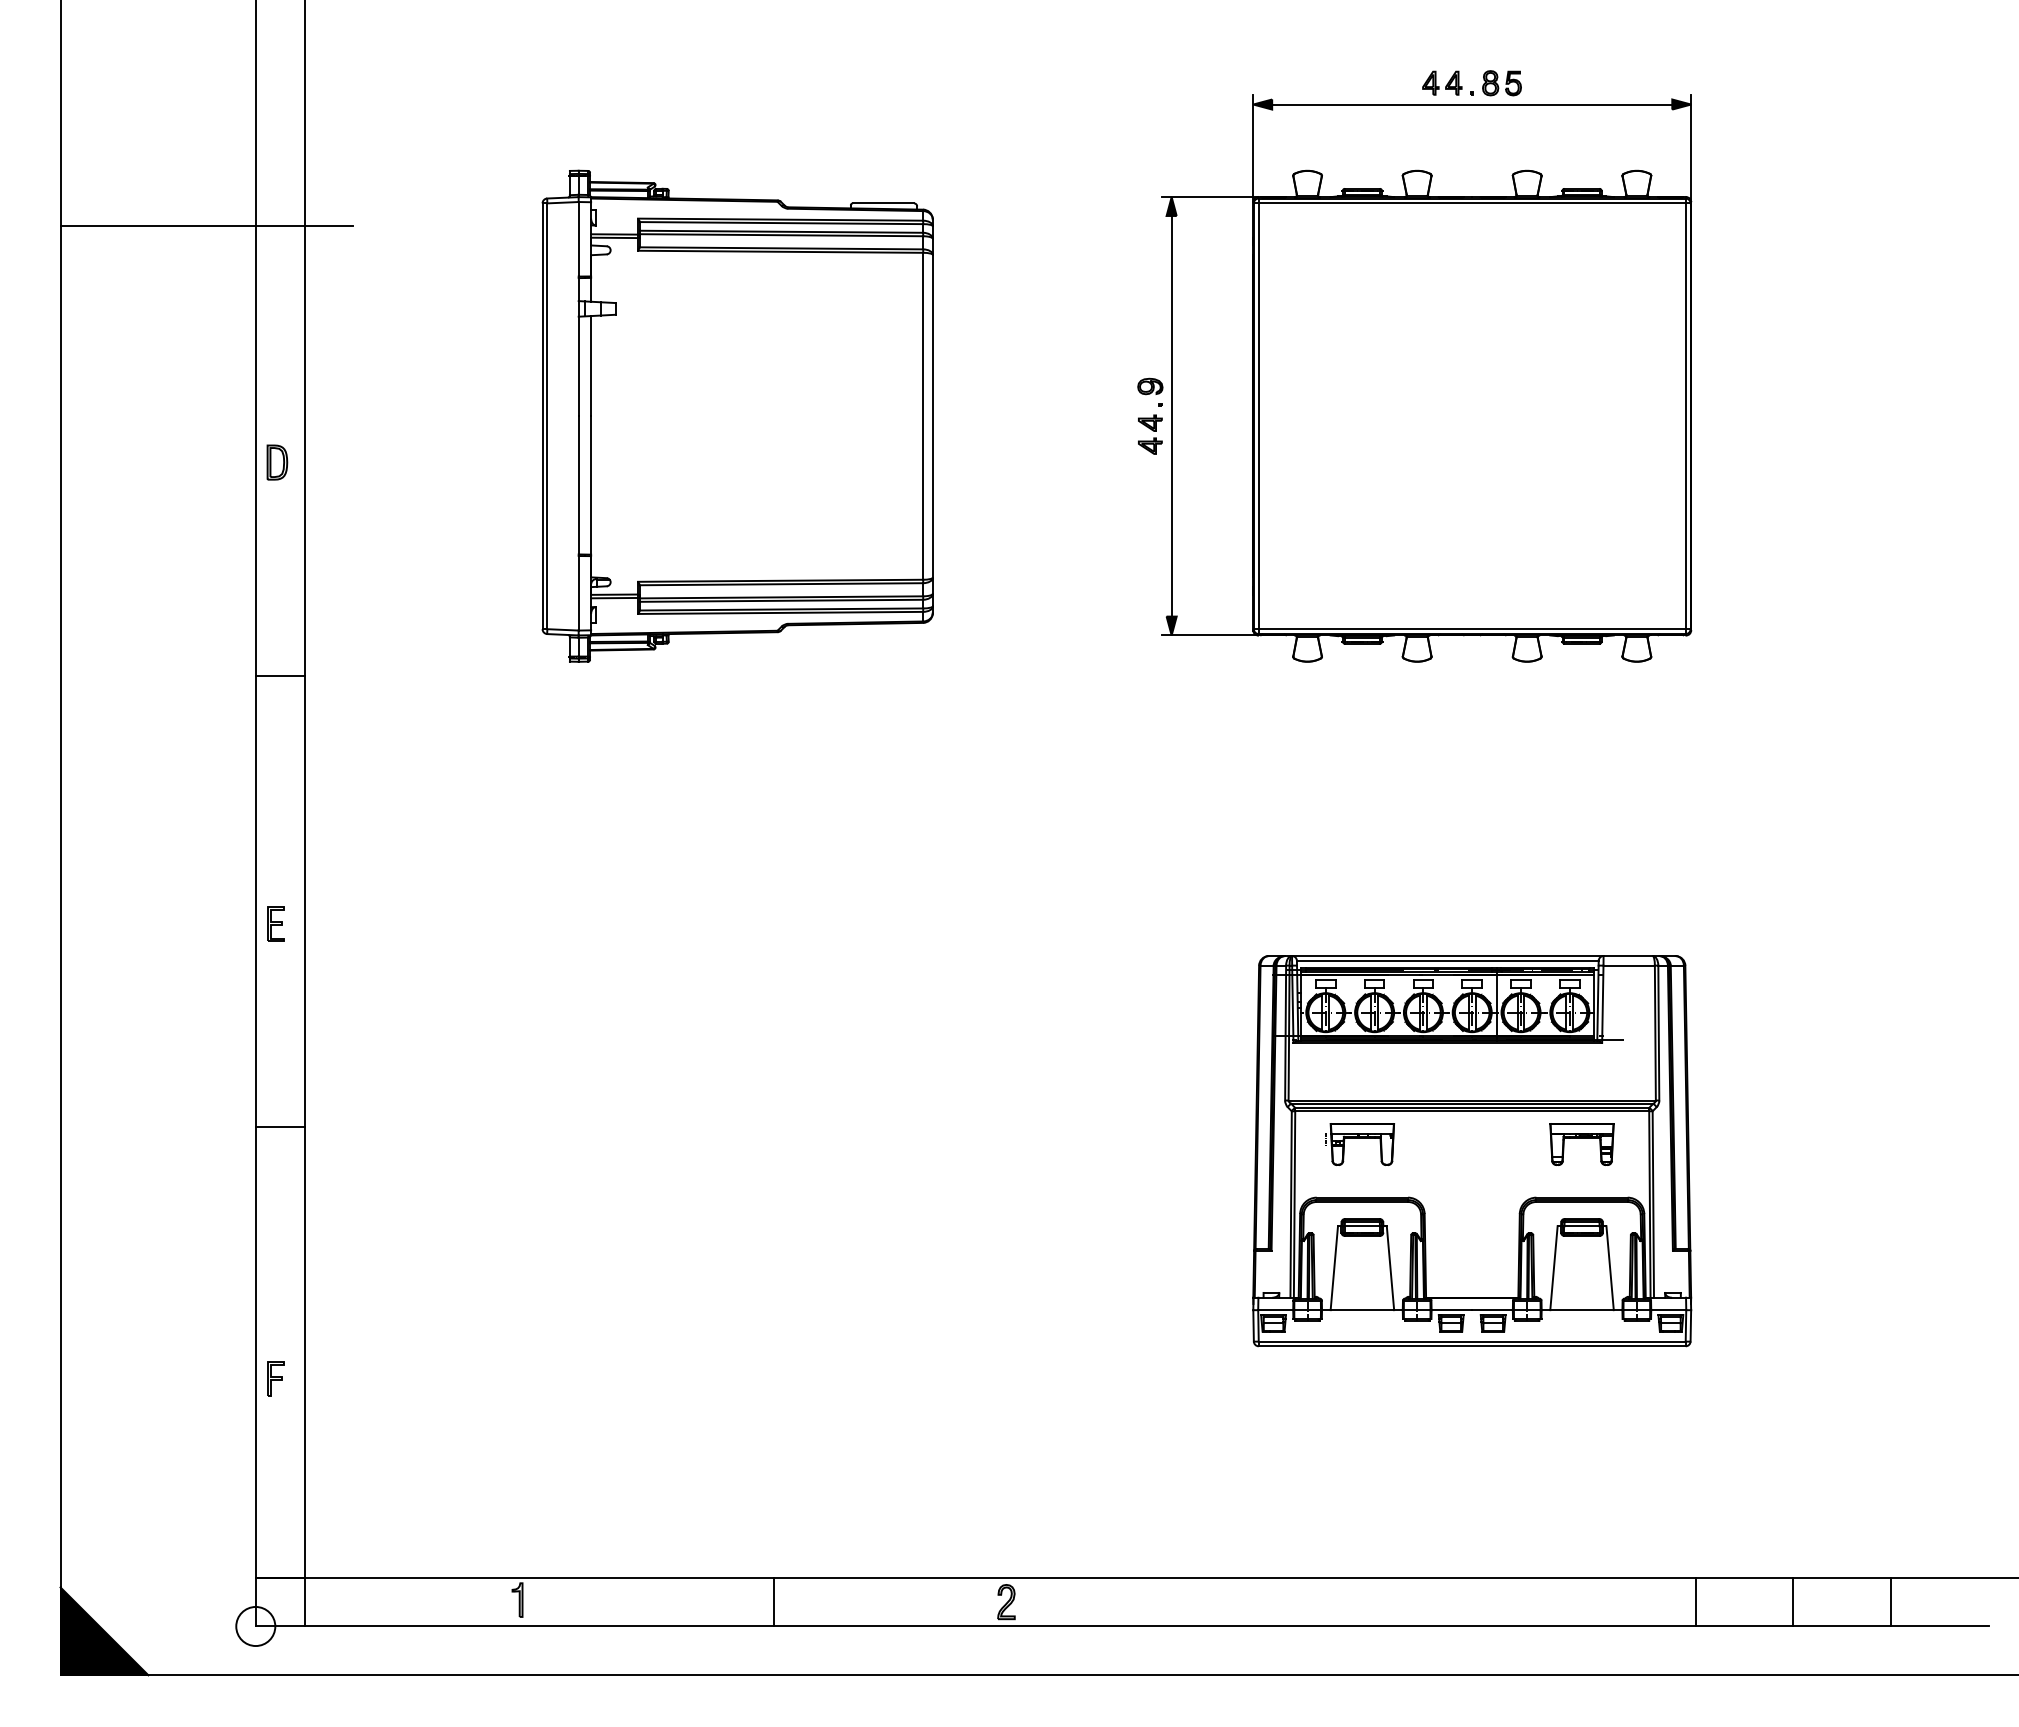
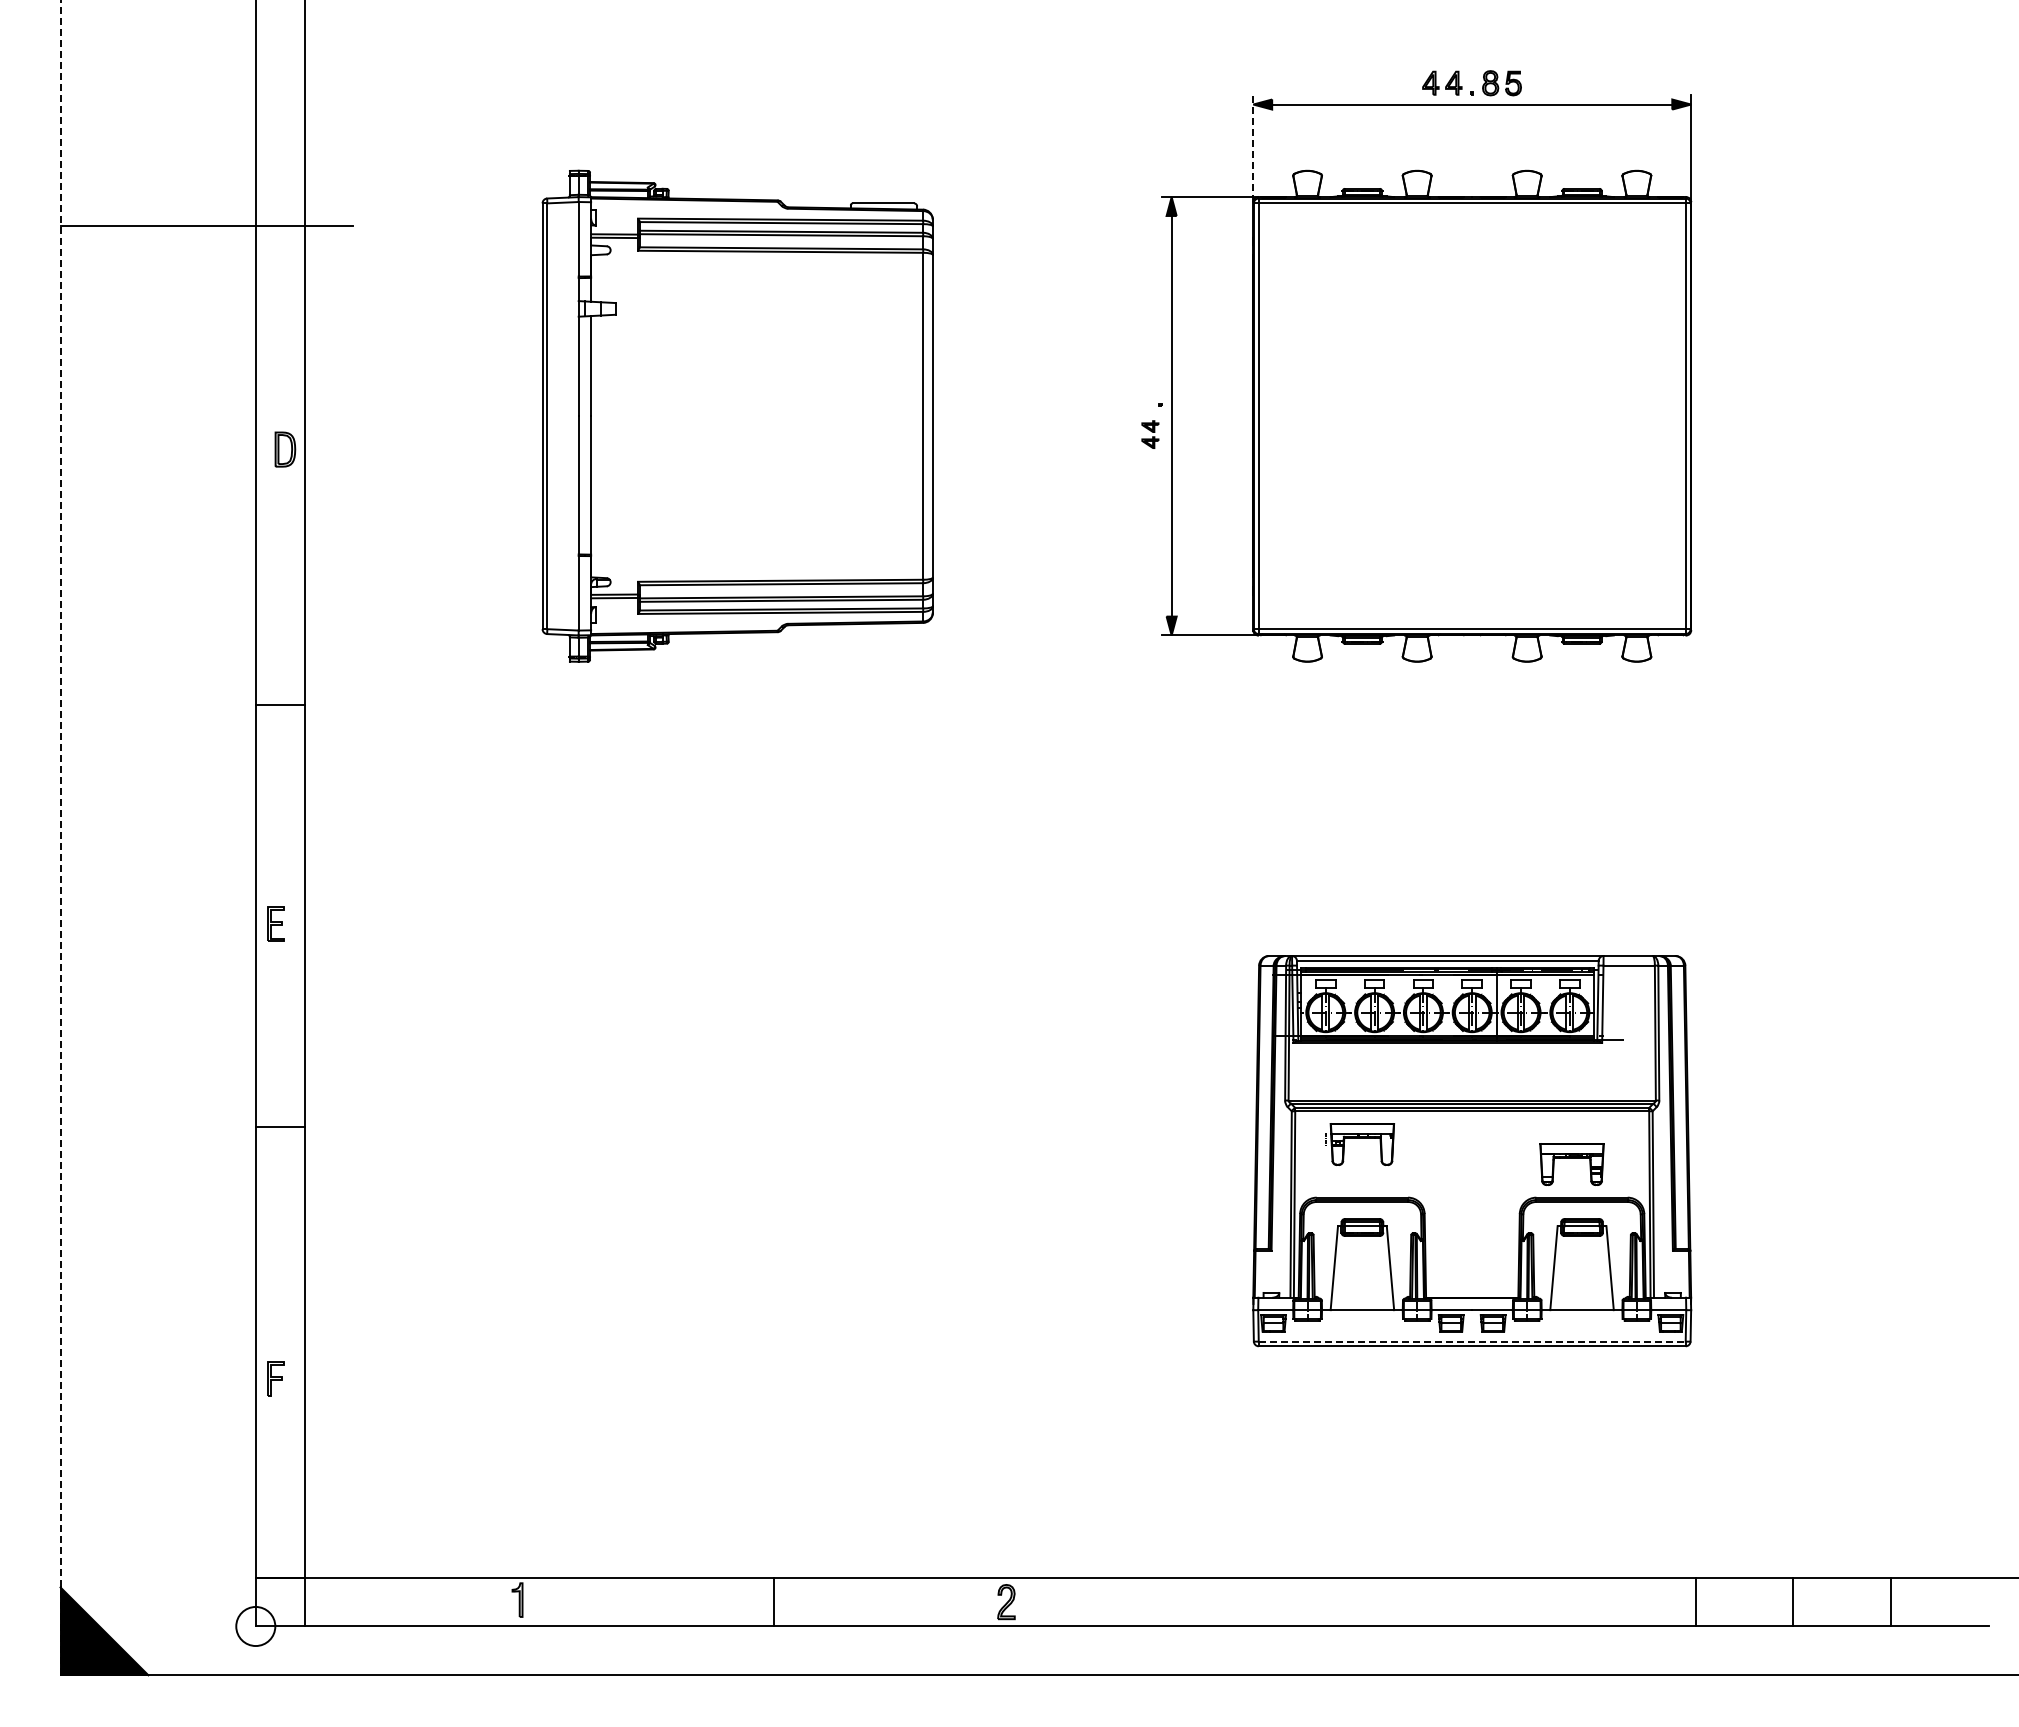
line at (1253, 148): solid -> dashed
part at (1150, 386): present -> none
part at (1150, 434) size: 25x41 px -> 19x29 px
part at (277, 462) position: (277, 462) -> (285, 449)
line at (279, 676) position: (279, 676) -> (279, 705)
line at (60, 837): solid -> dashed
part at (1581, 1144) position: (1581, 1144) -> (1571, 1164)
line at (1472, 1341): solid -> dashed
